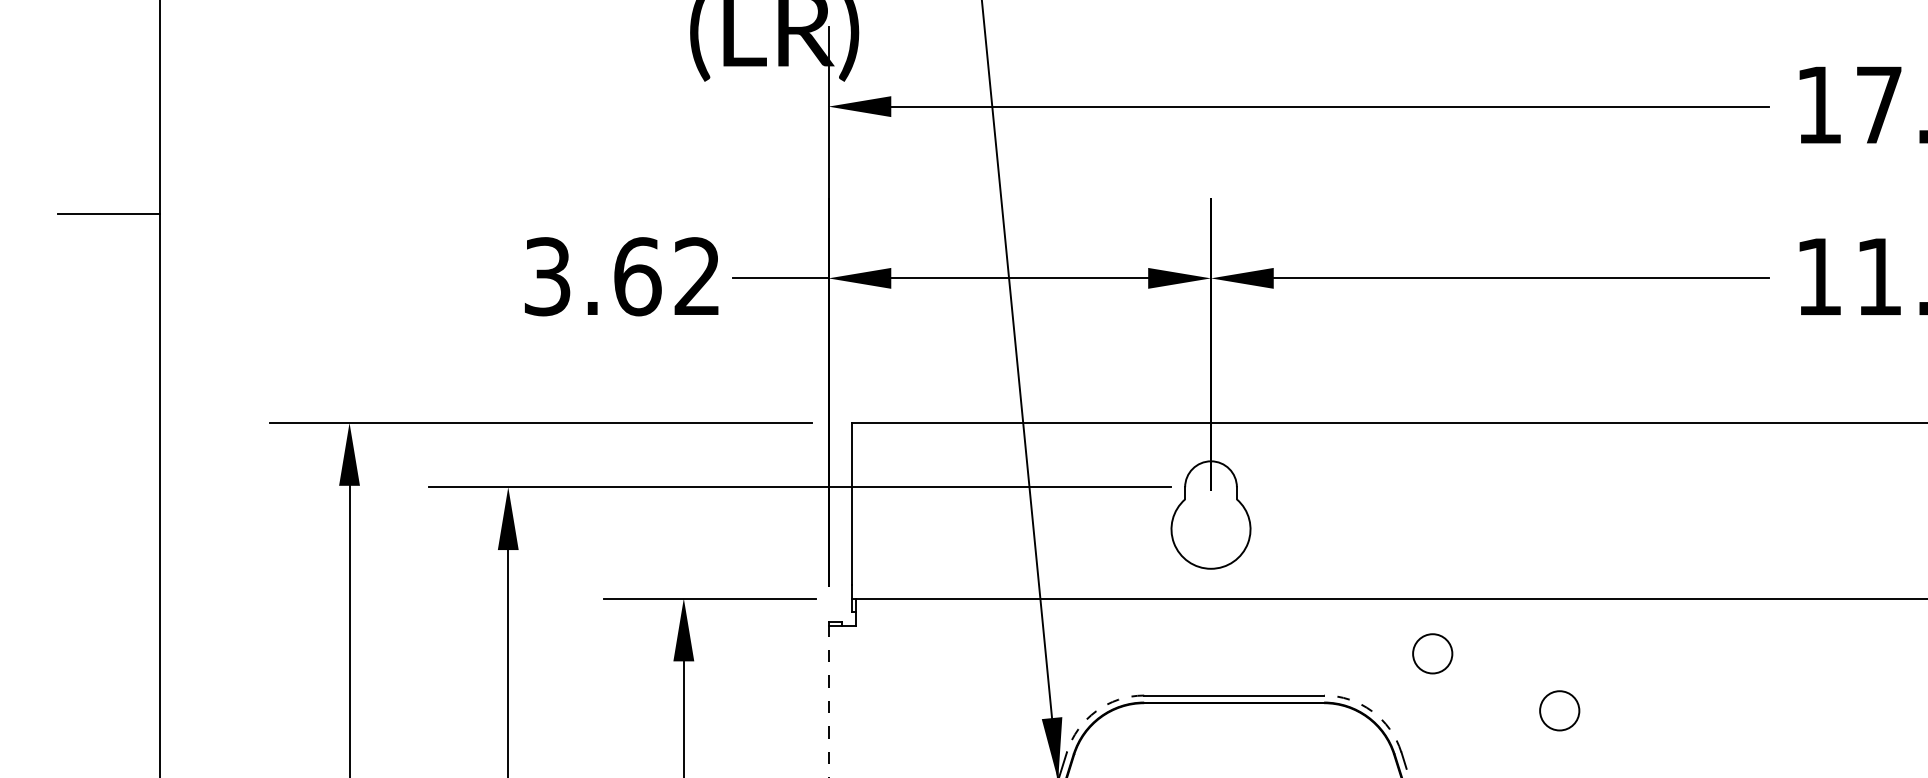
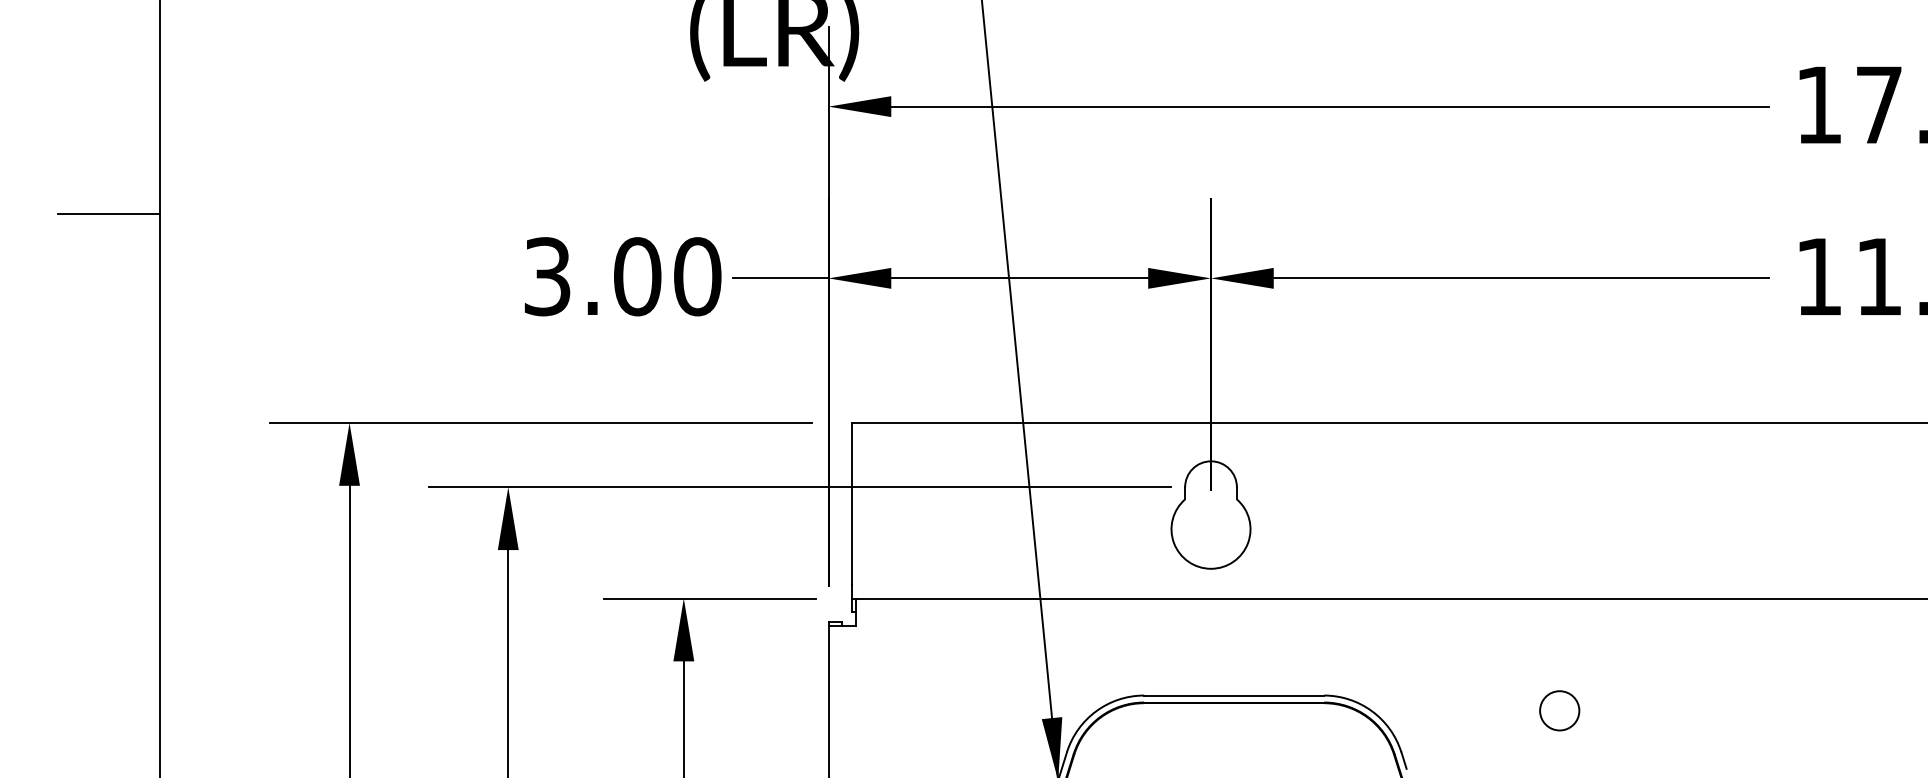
text at (667, 276): 3.62 -> 3.00
circle at (1432, 653): present -> none
line at (828, 701): dashed -> solid
arc at (1096, 711): dashed -> solid
arc at (1372, 711): dashed -> solid
